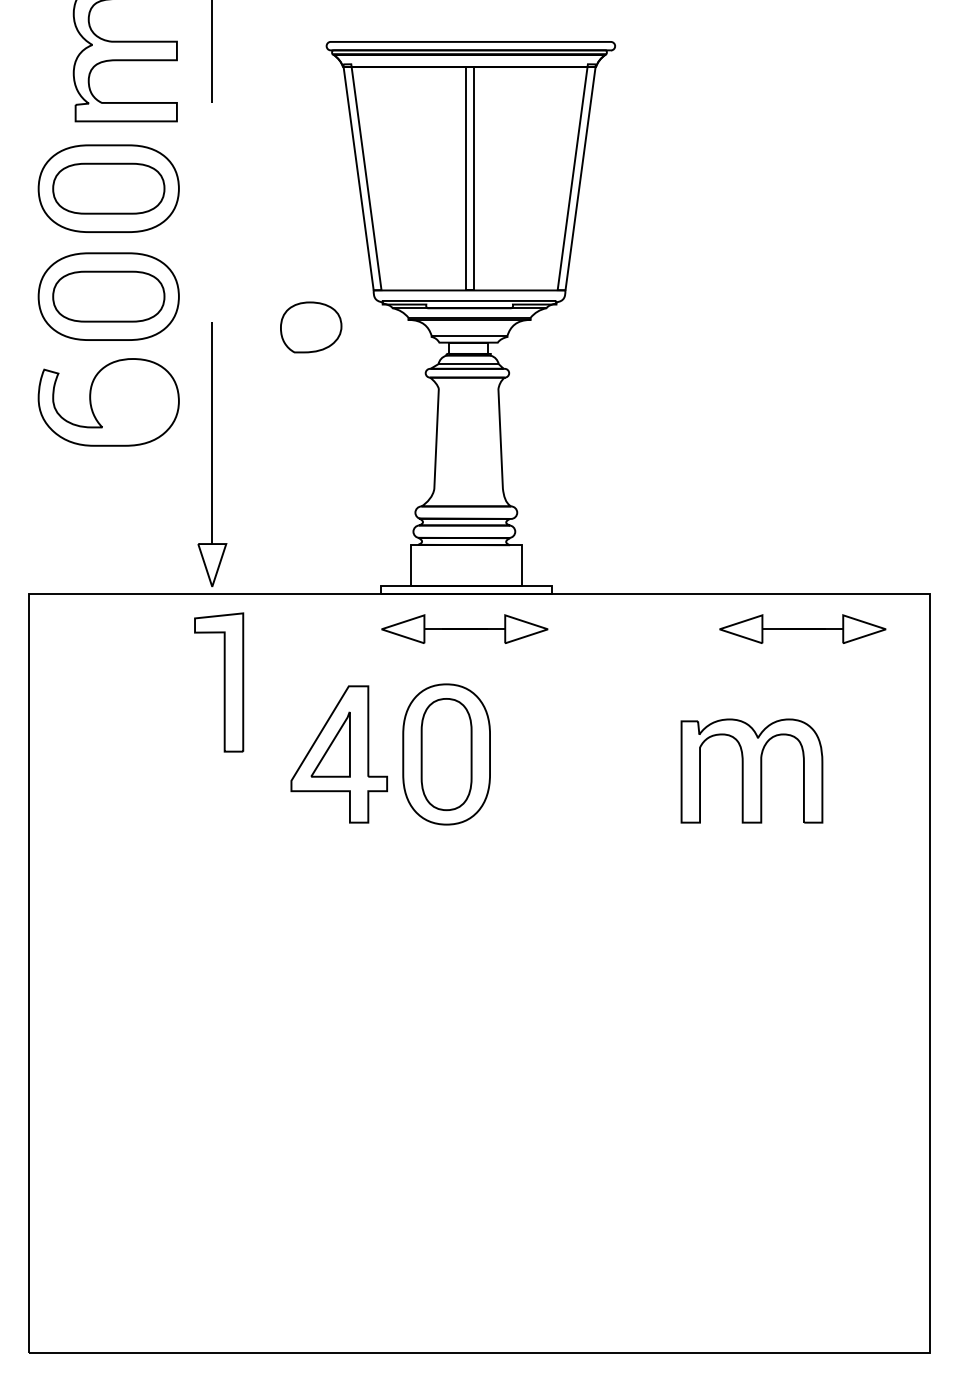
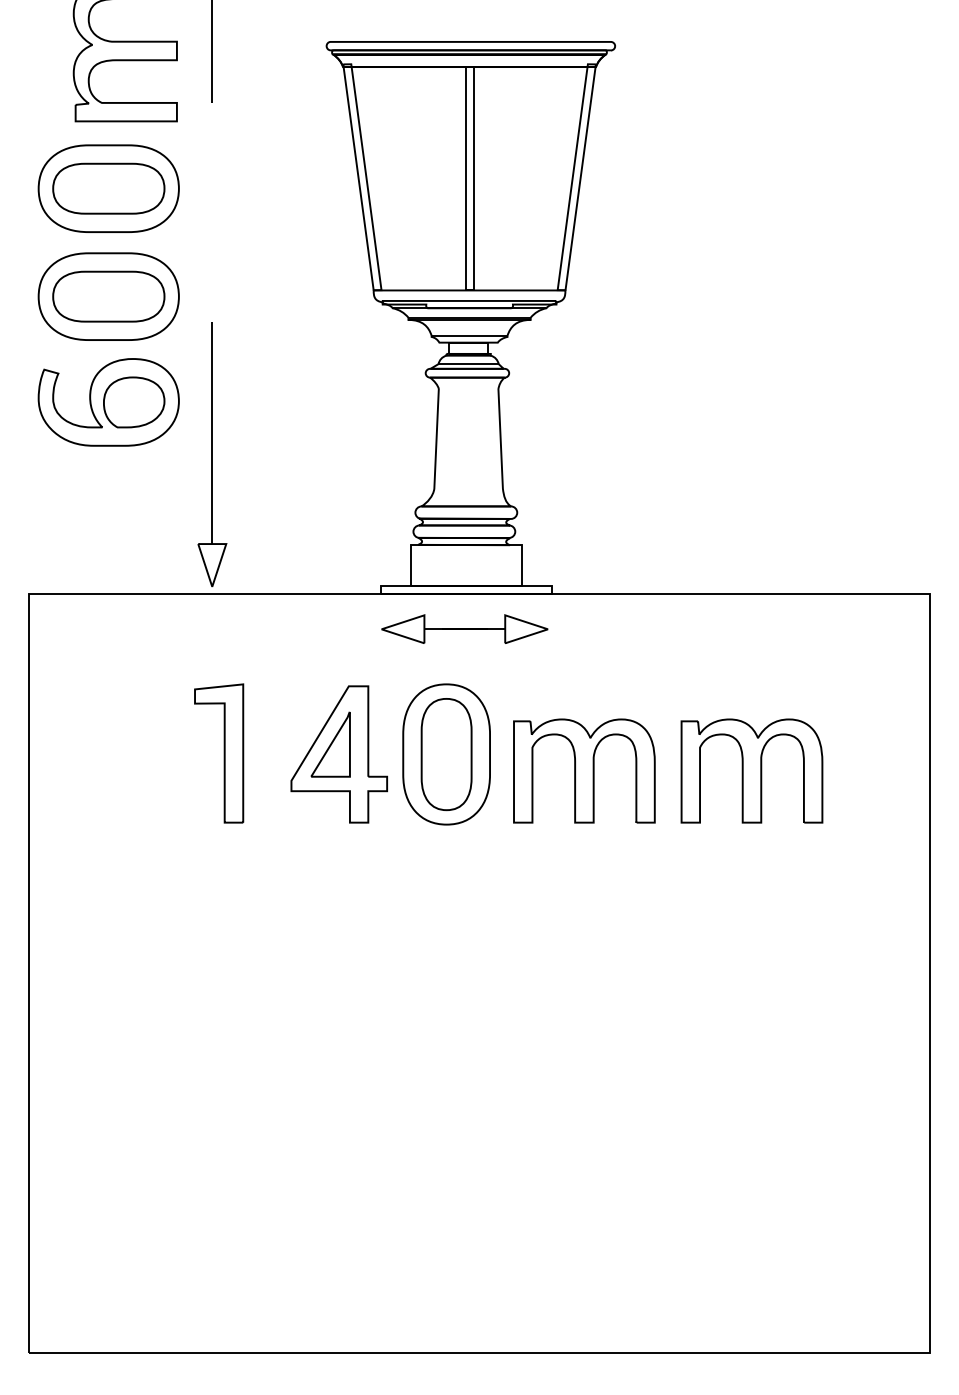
part at (311, 327) position: (311, 327) -> (134, 402)
part at (802, 628): present -> none
part at (219, 682) position: (219, 682) -> (219, 753)
part at (584, 770): none -> present
